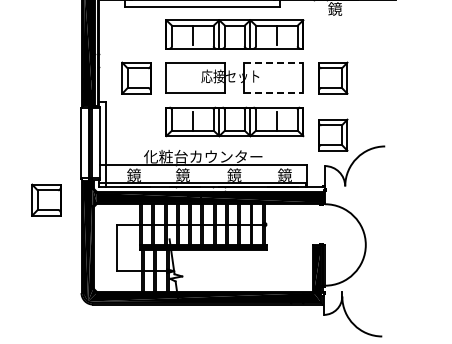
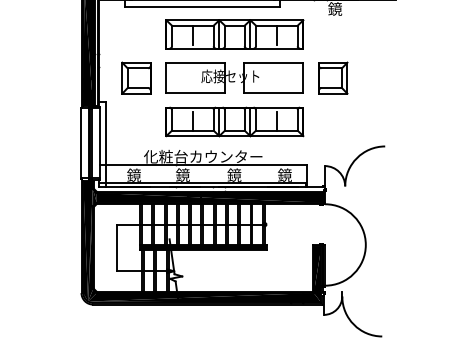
line at (274, 63): dashed -> solid
line at (274, 92): dashed -> solid
part at (333, 134): present -> none
part at (46, 199): present -> none
